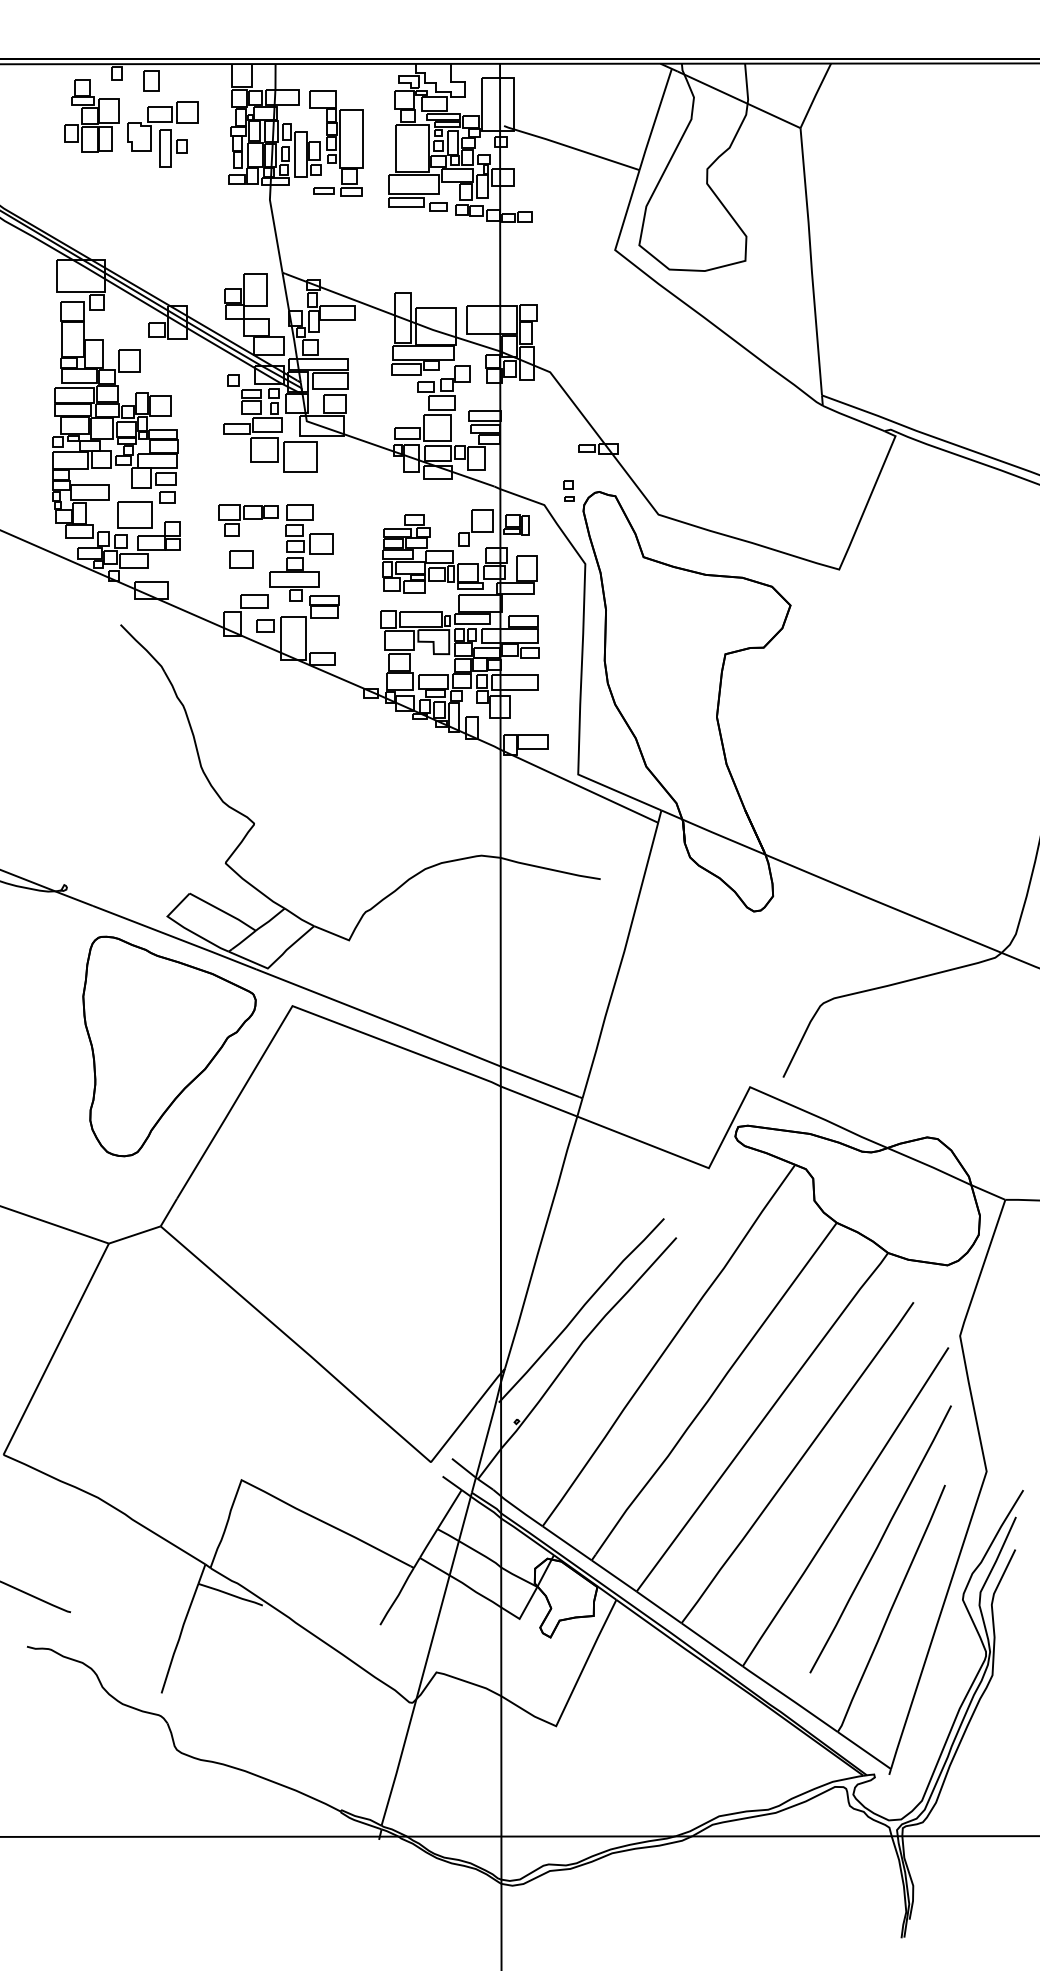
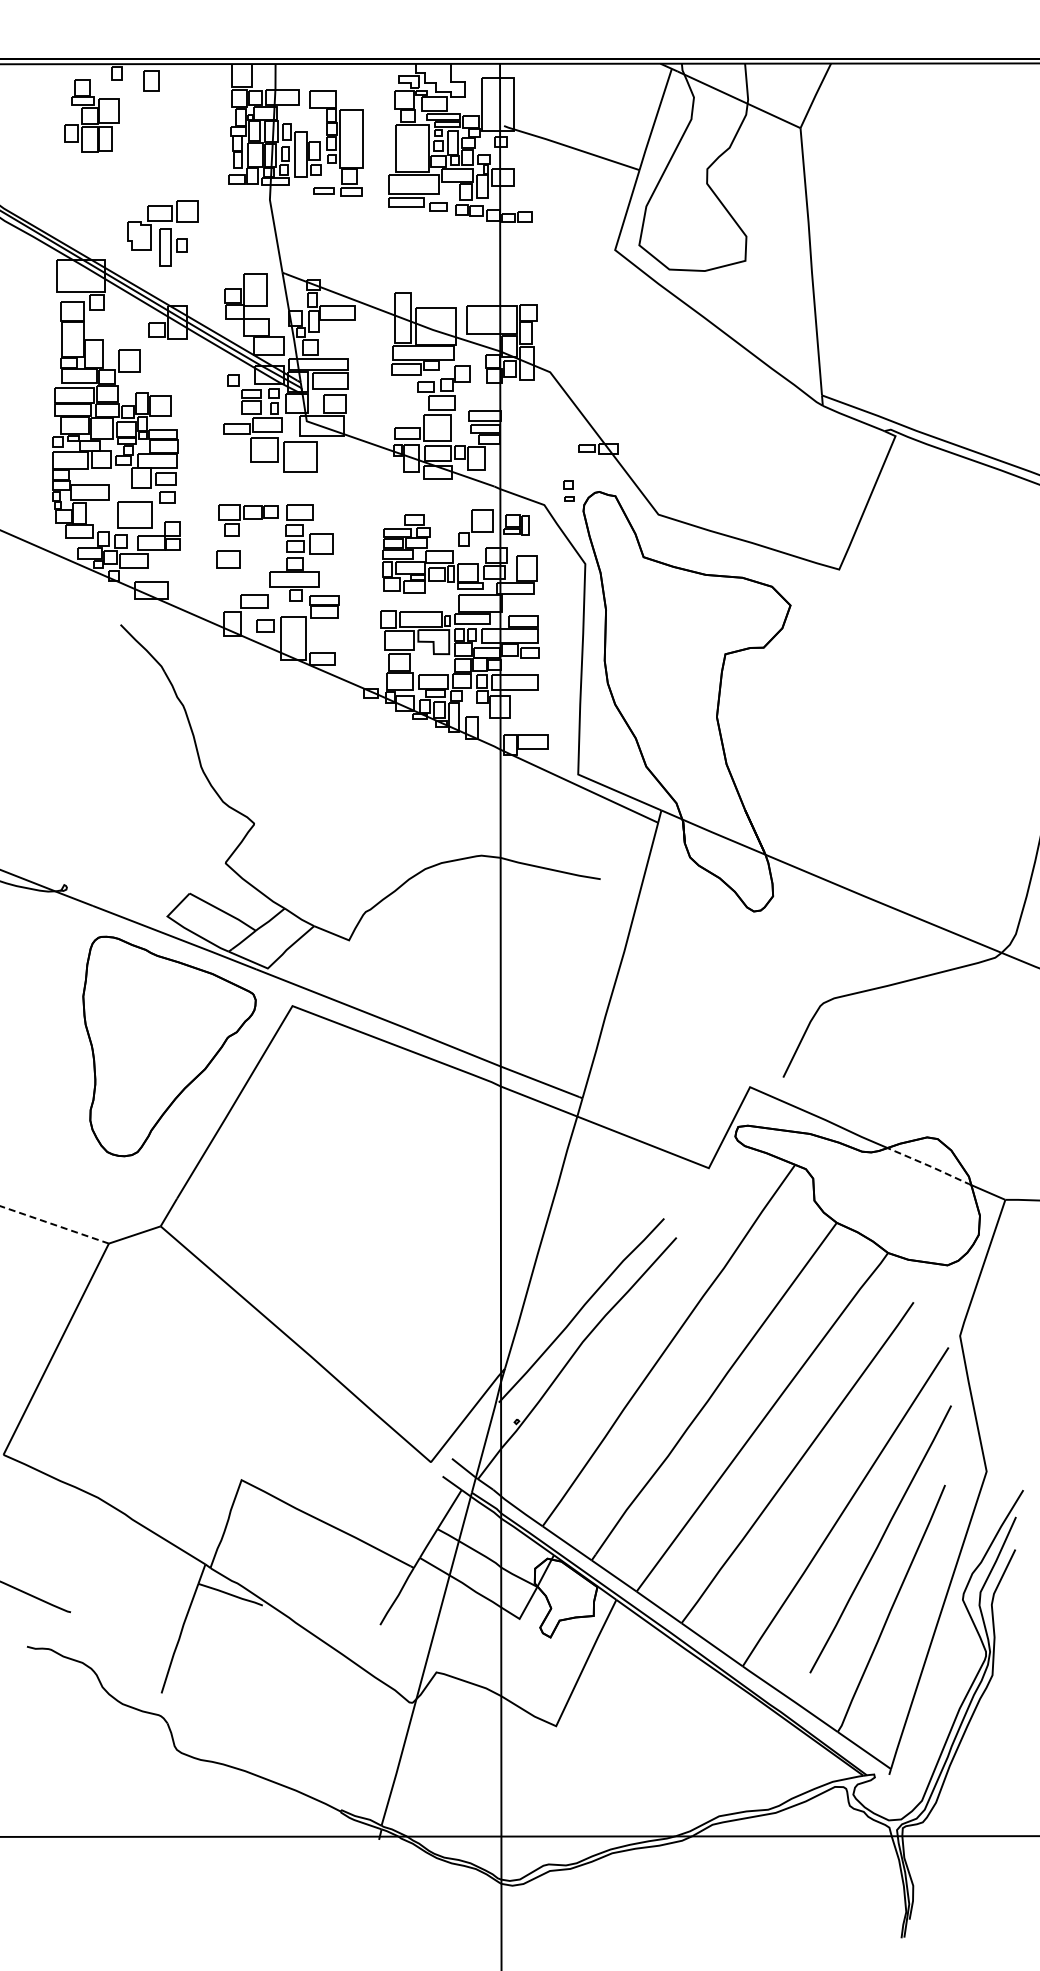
part at (162, 134) position: (162, 134) -> (162, 233)
part at (241, 559) position: (241, 559) -> (228, 559)
line at (930, 1166): solid -> dashed
line at (55, 1225): solid -> dashed
